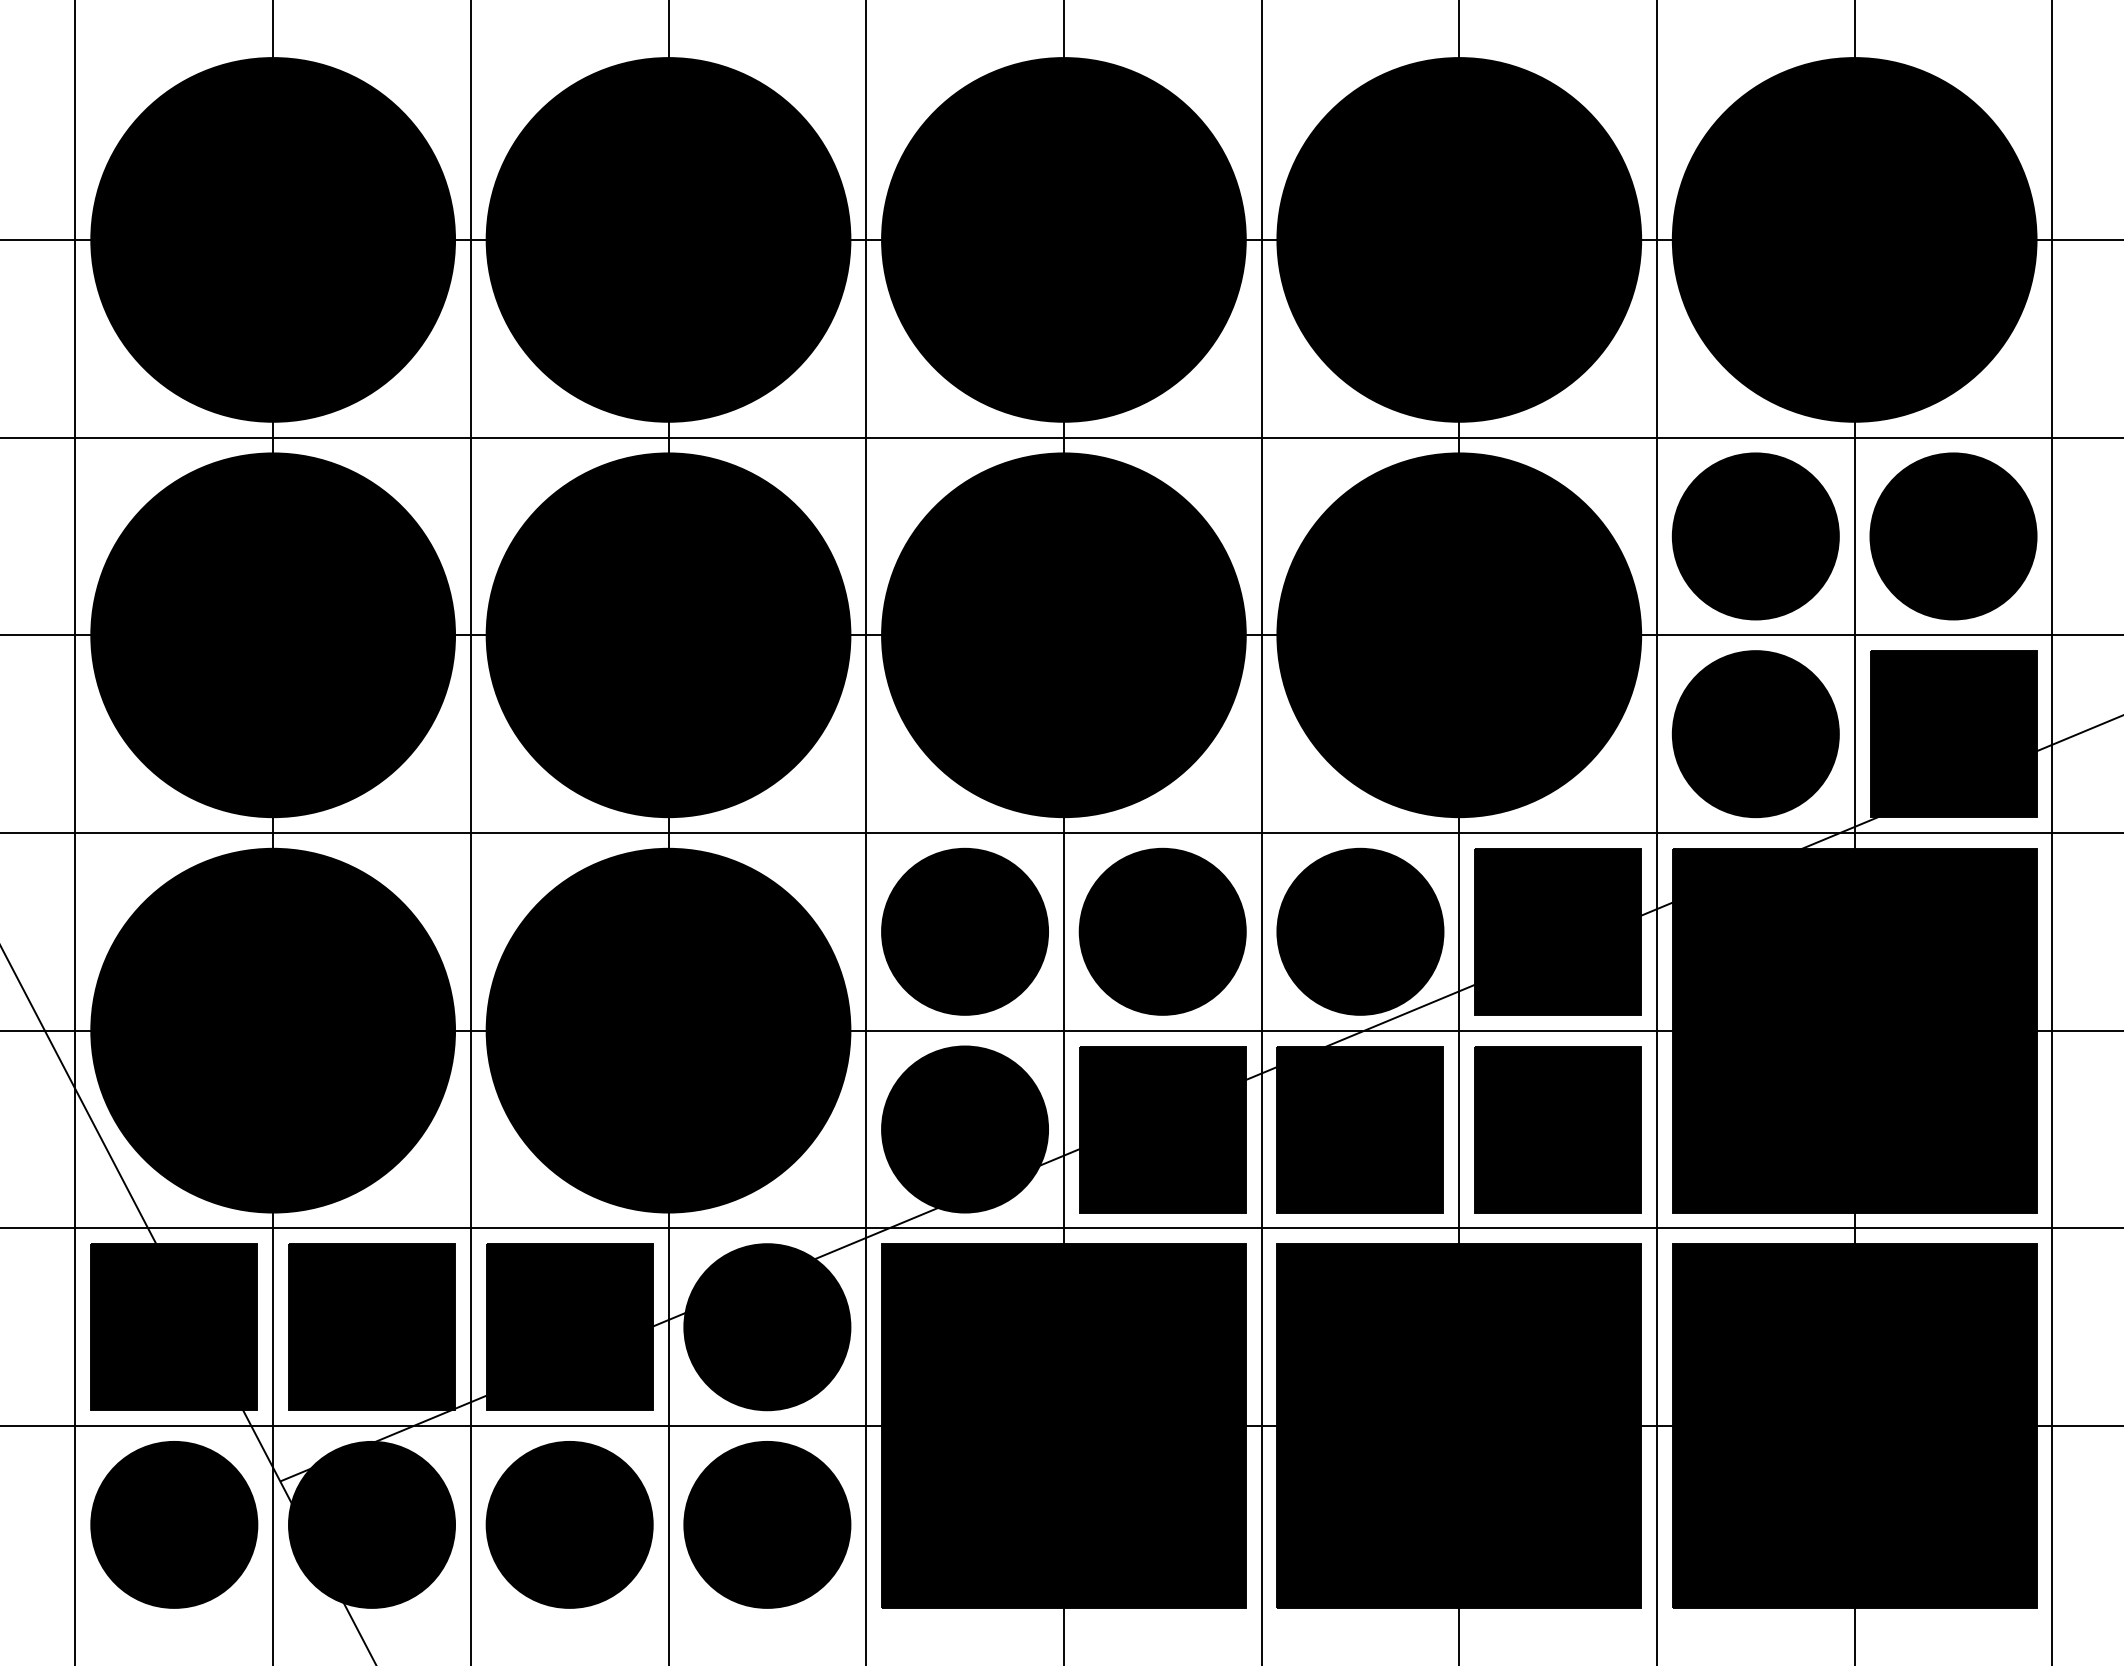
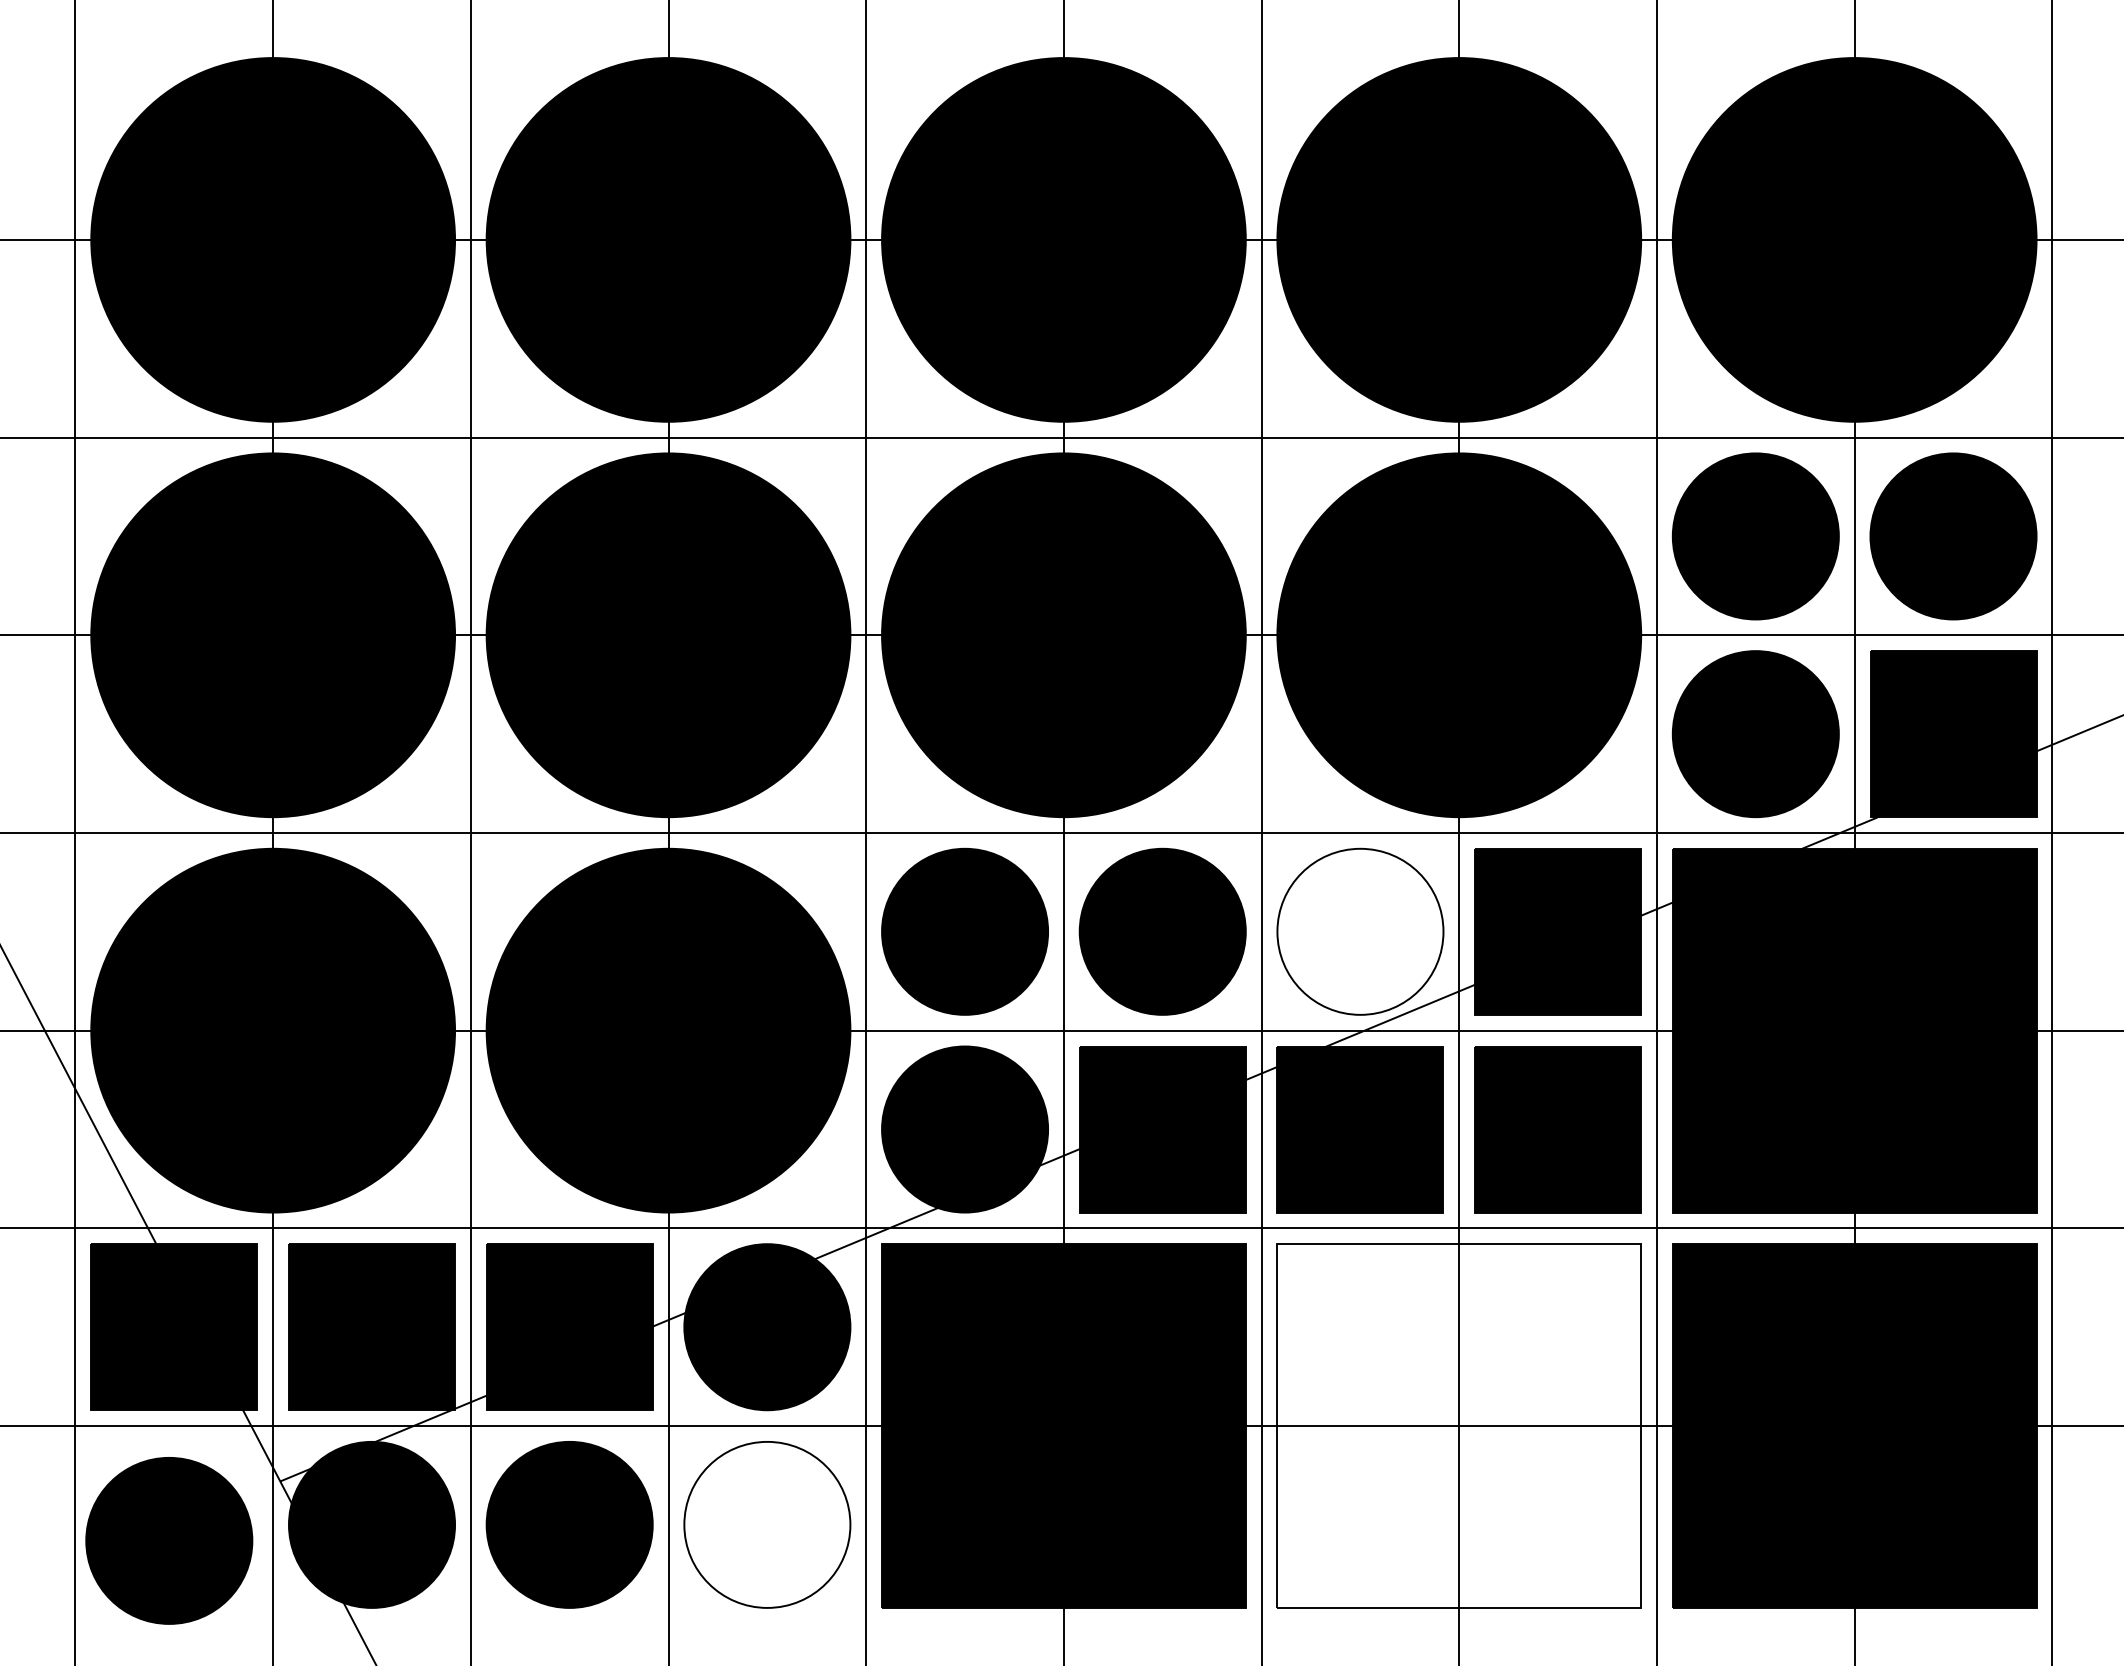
fill at (1360, 931): present -> none
fill at (1459, 1425): present -> none
part at (174, 1524) position: (174, 1524) -> (169, 1540)
fill at (767, 1524): present -> none
